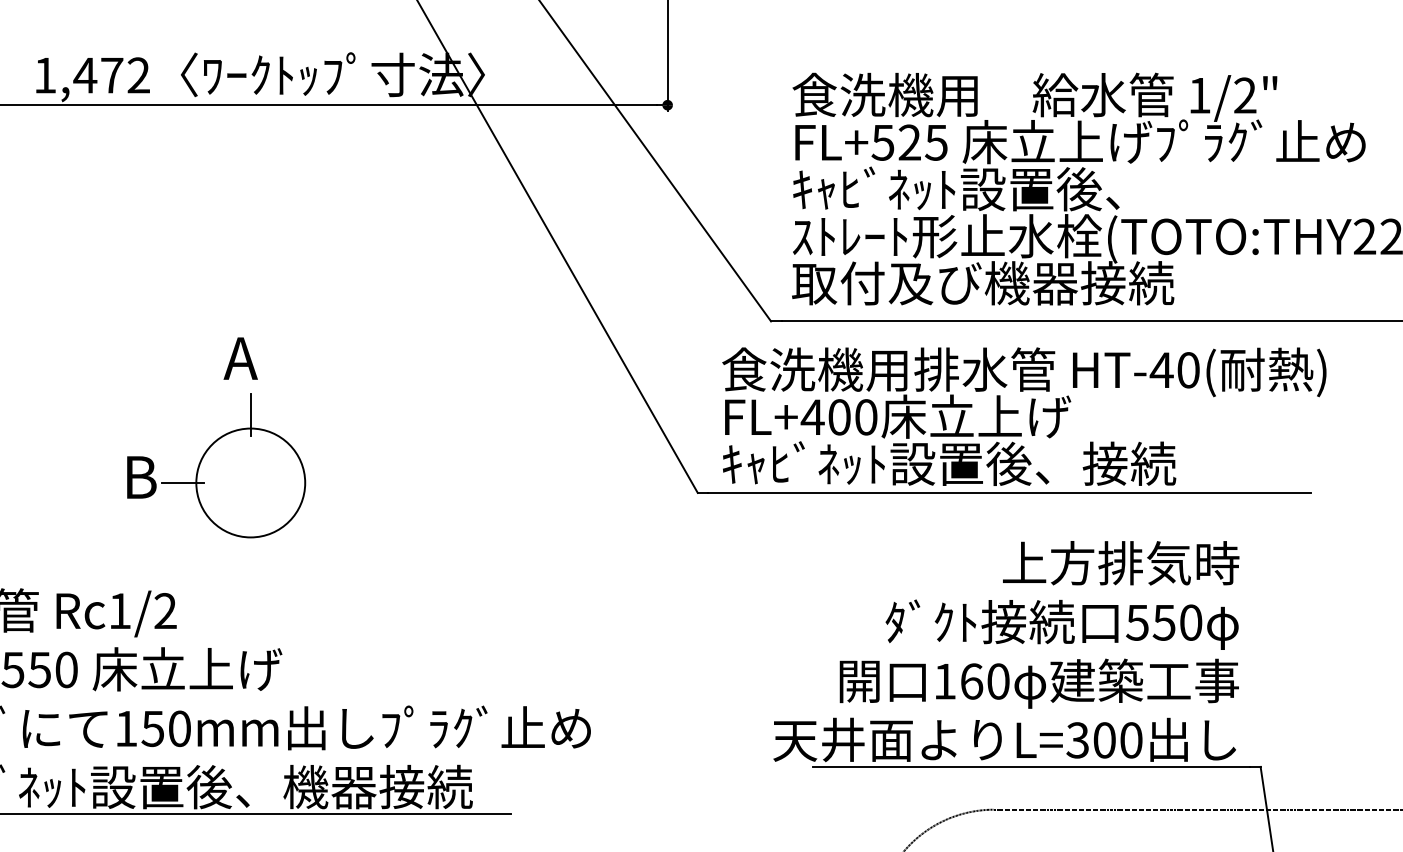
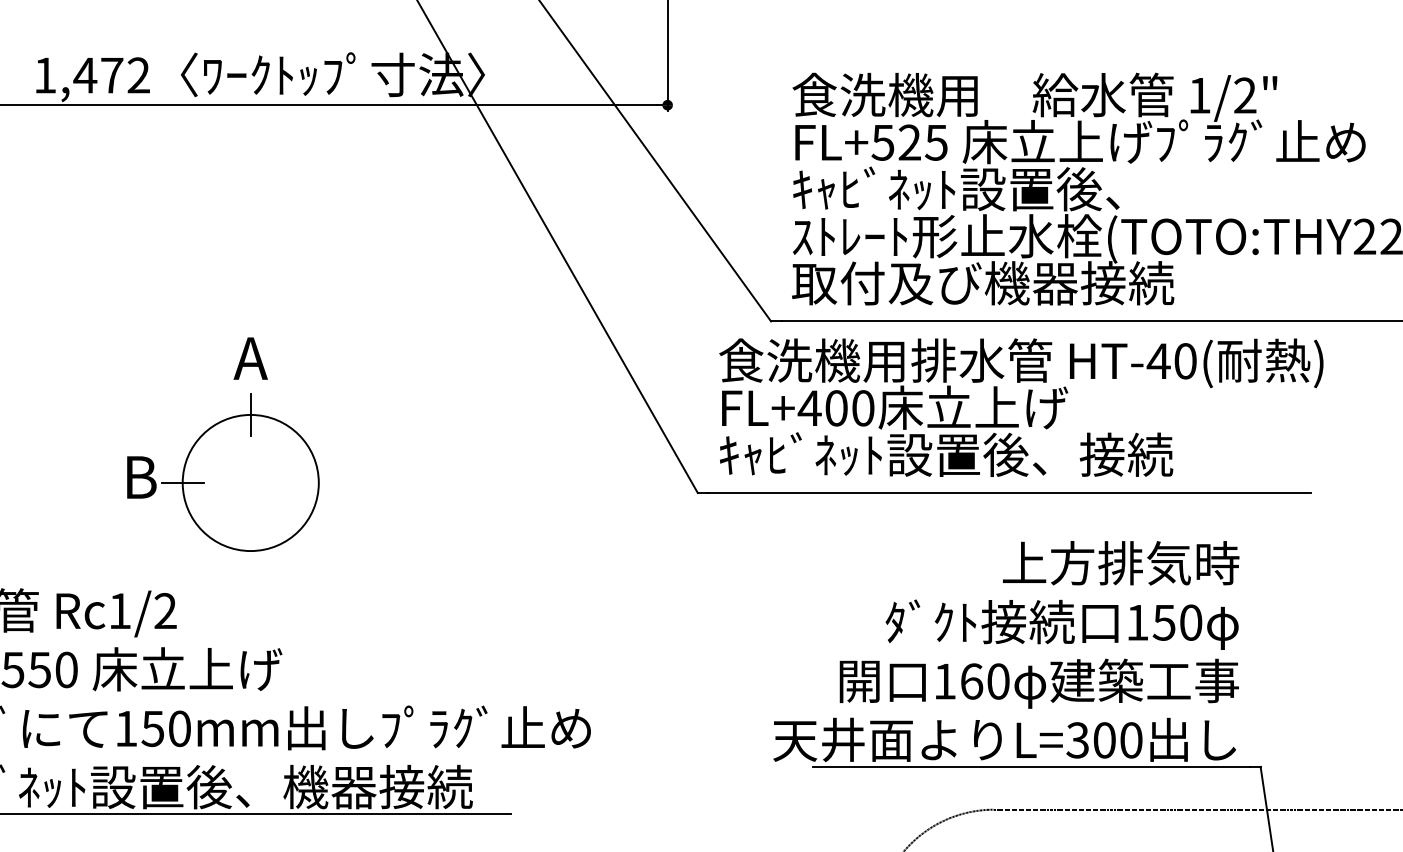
text at (240, 358) position: (240, 358) -> (250, 358)
text at (1024, 416) position: (1024, 416) -> (1021, 407)
circle at (250, 482) diameter: 109 px -> 136 px
text at (1137, 622): 550 -> 150
